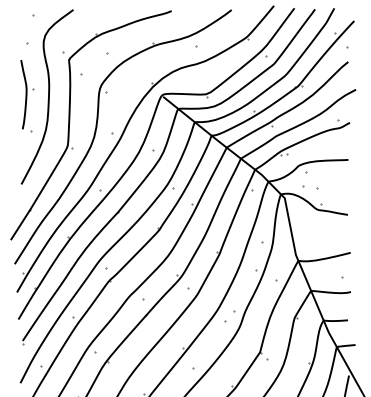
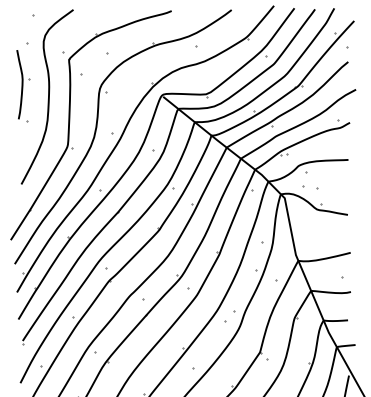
part at (27, 96) position: (27, 96) -> (23, 86)
